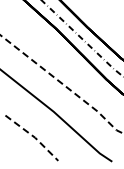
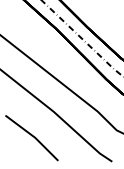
line at (63, 84): dashed -> solid
line at (33, 136): dashed -> solid
